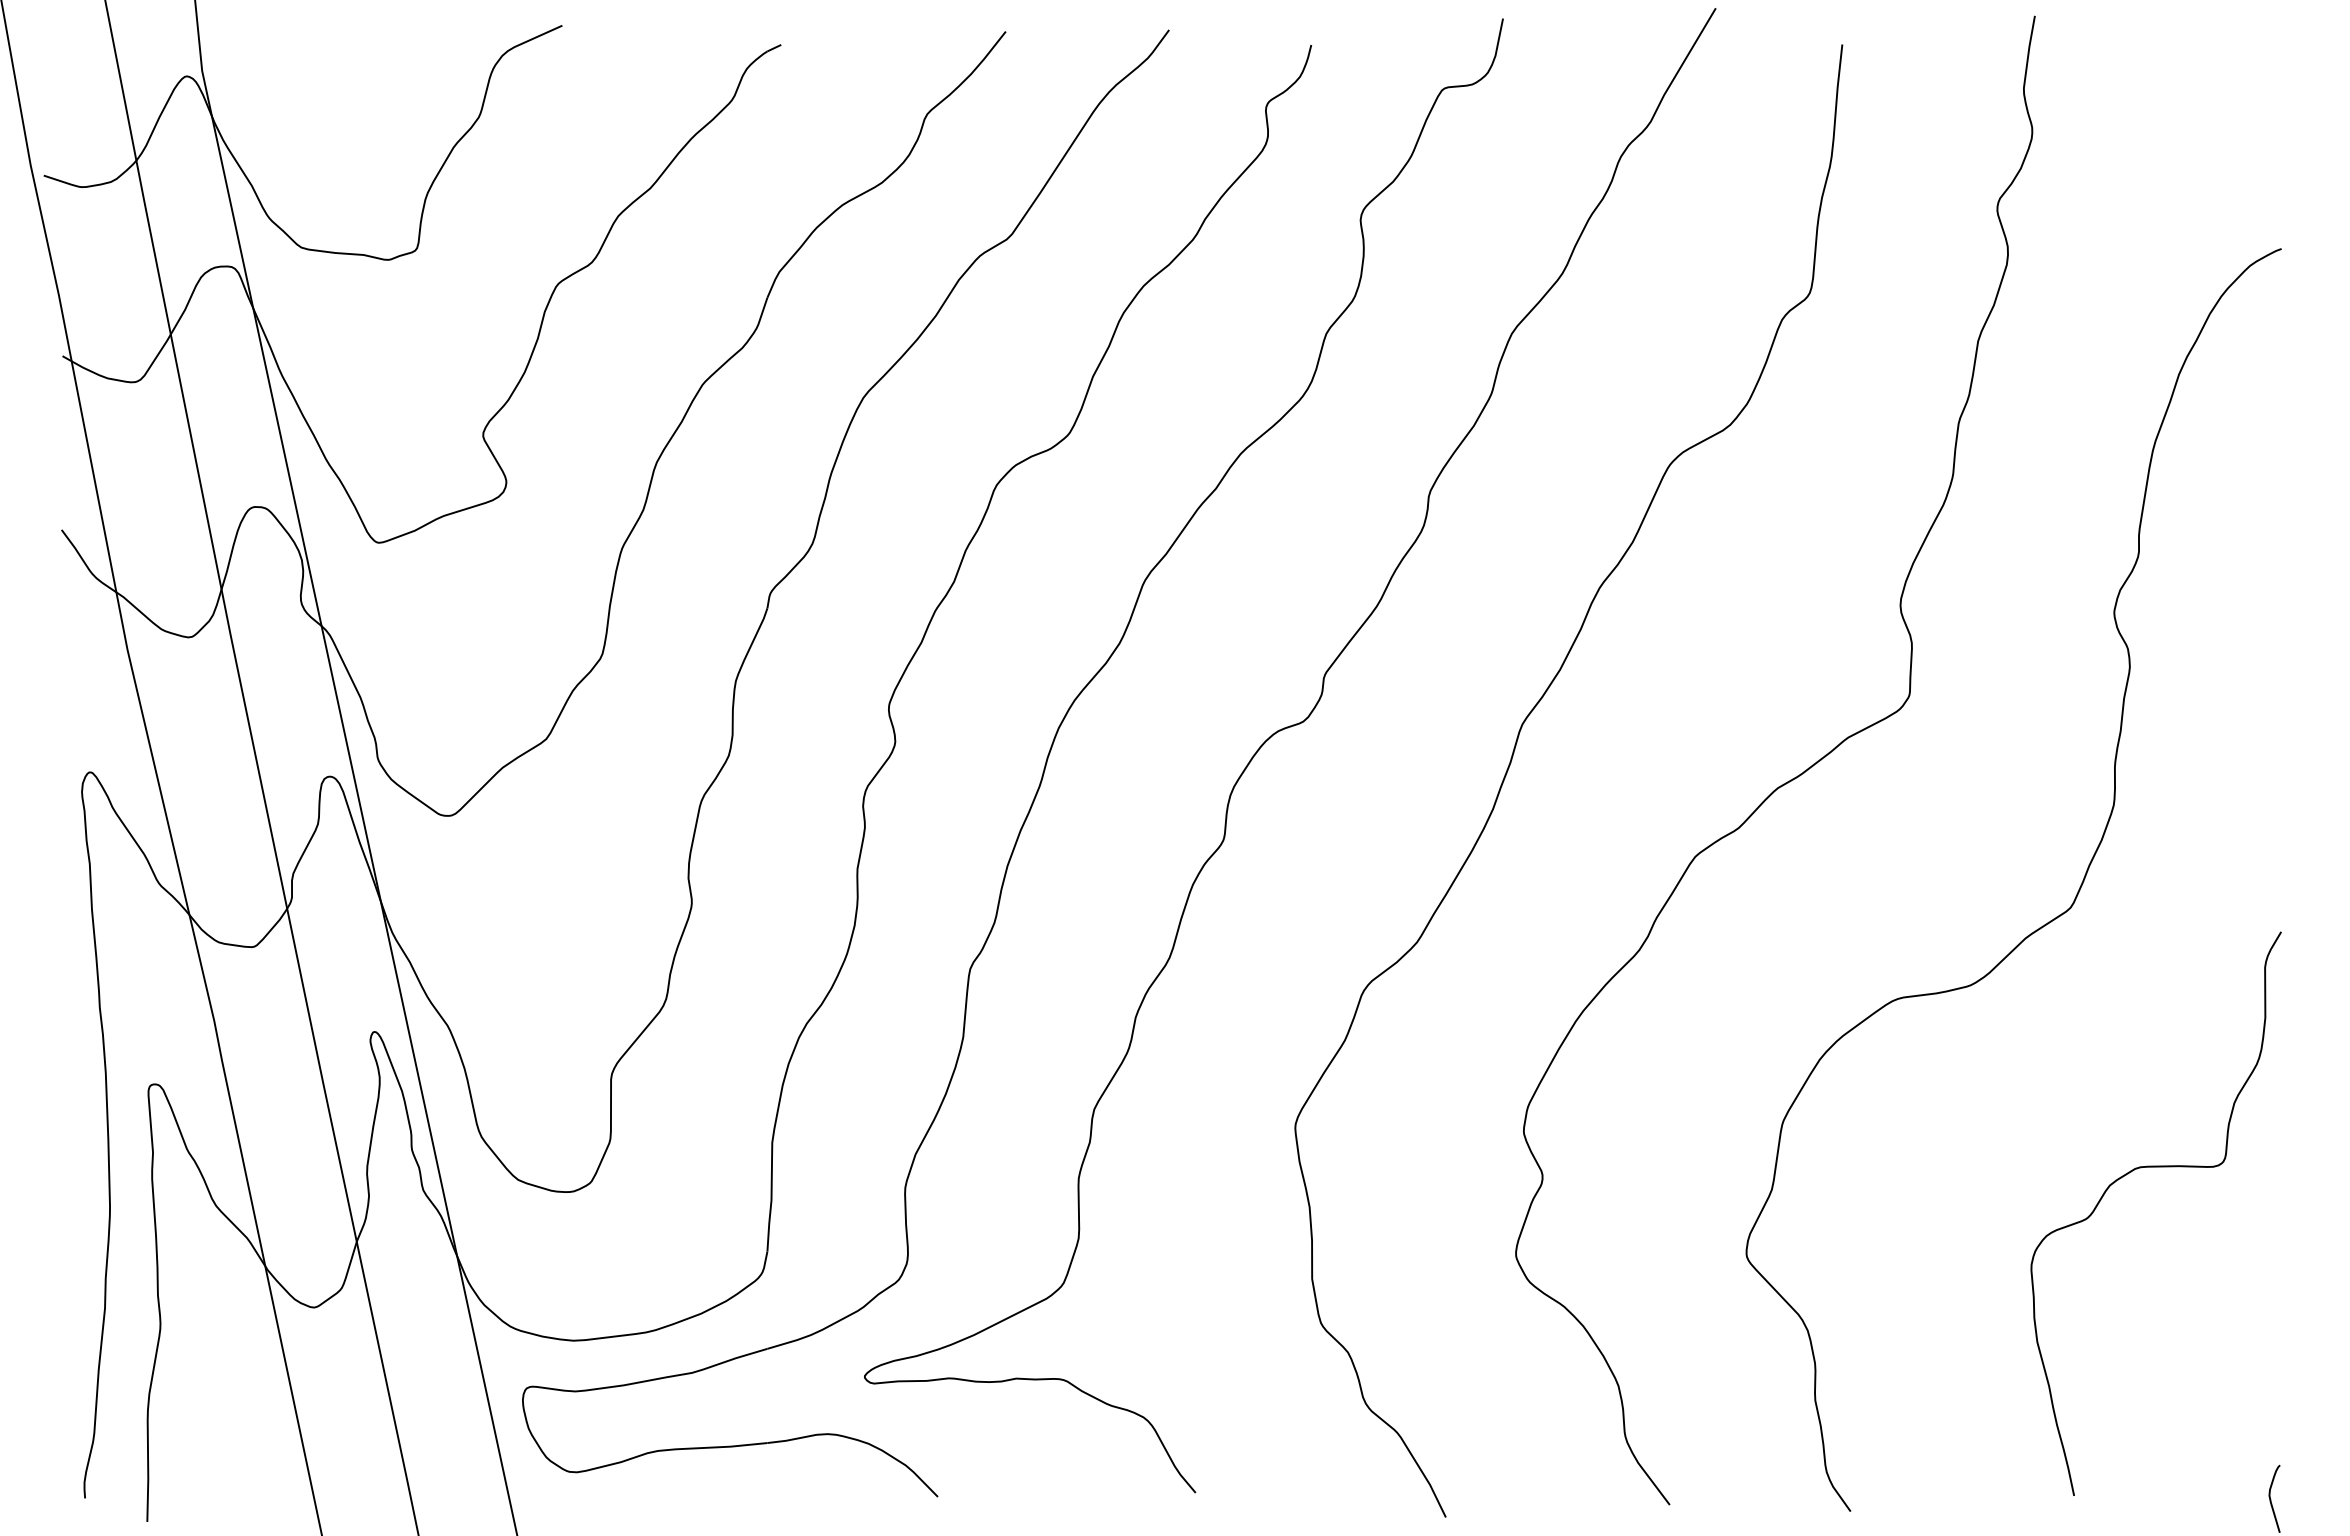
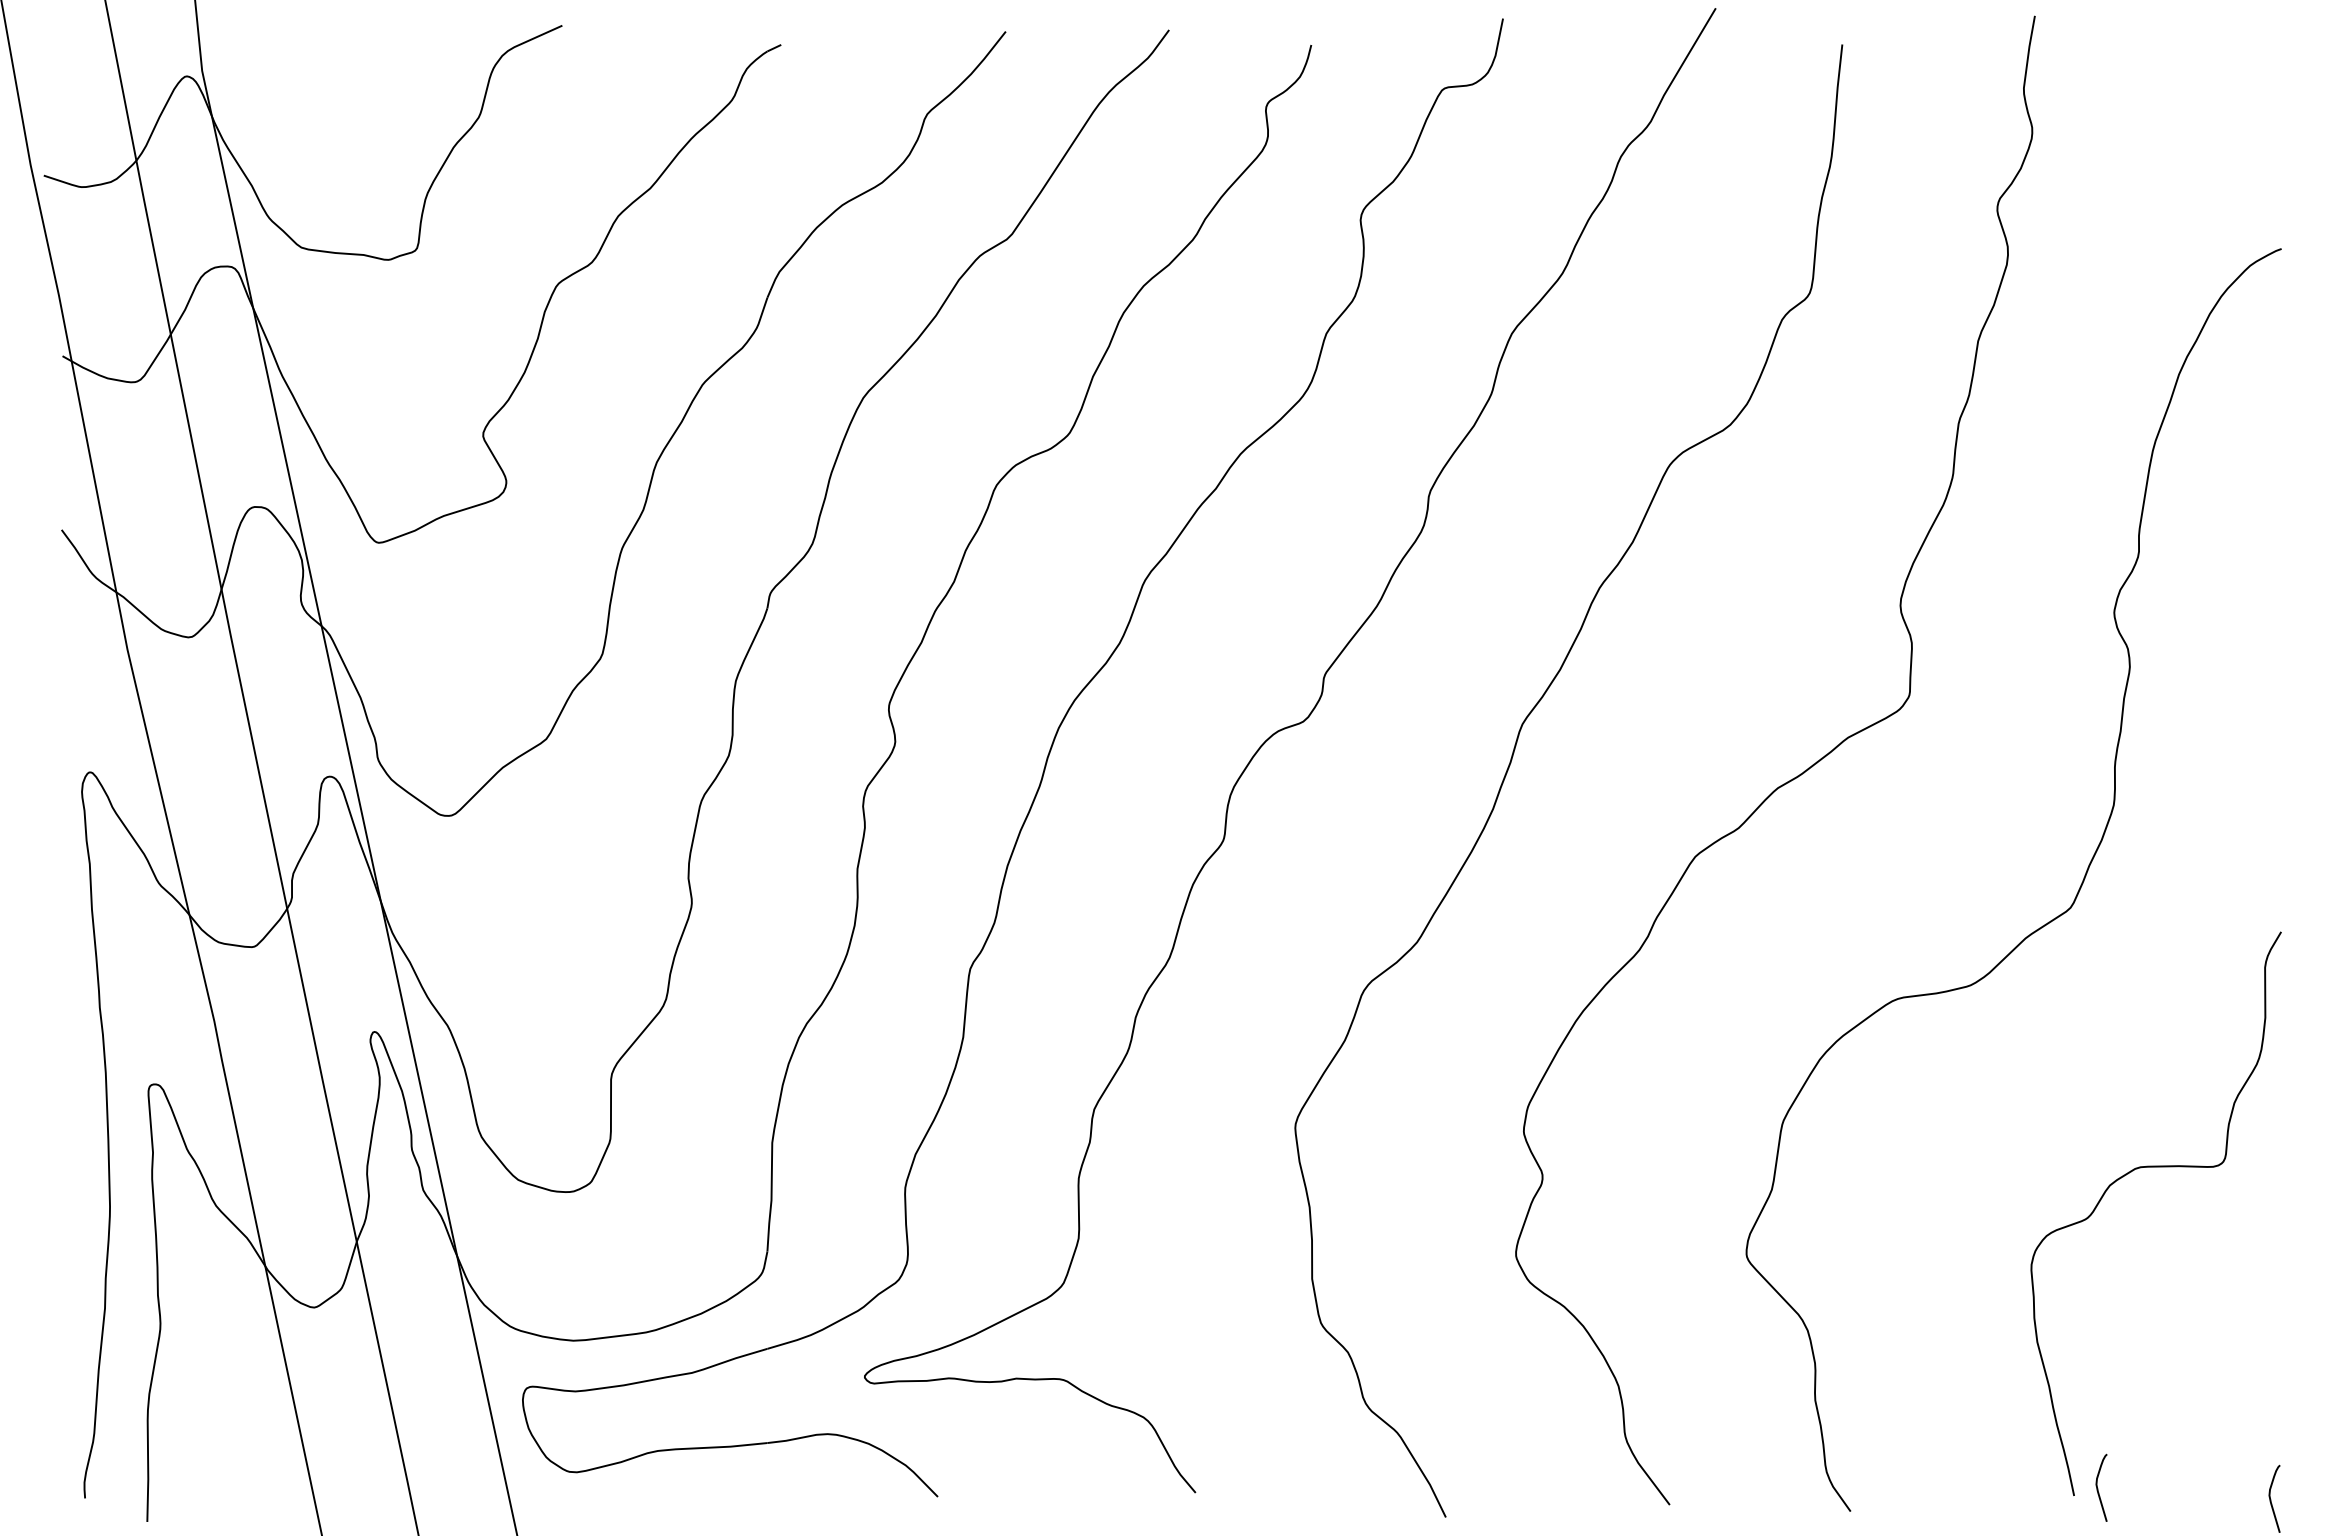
curve at (2098, 1488): none -> present
